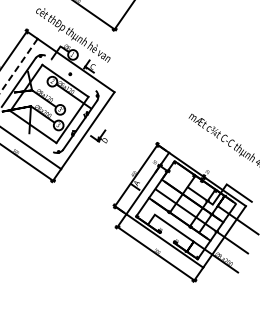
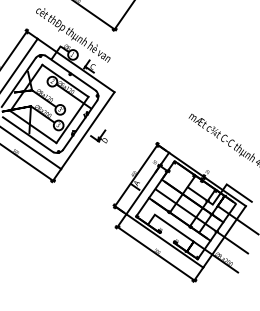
line at (18, 65): dashed -> solid
line at (70, 72): none -> present
line at (28, 134): none -> present
